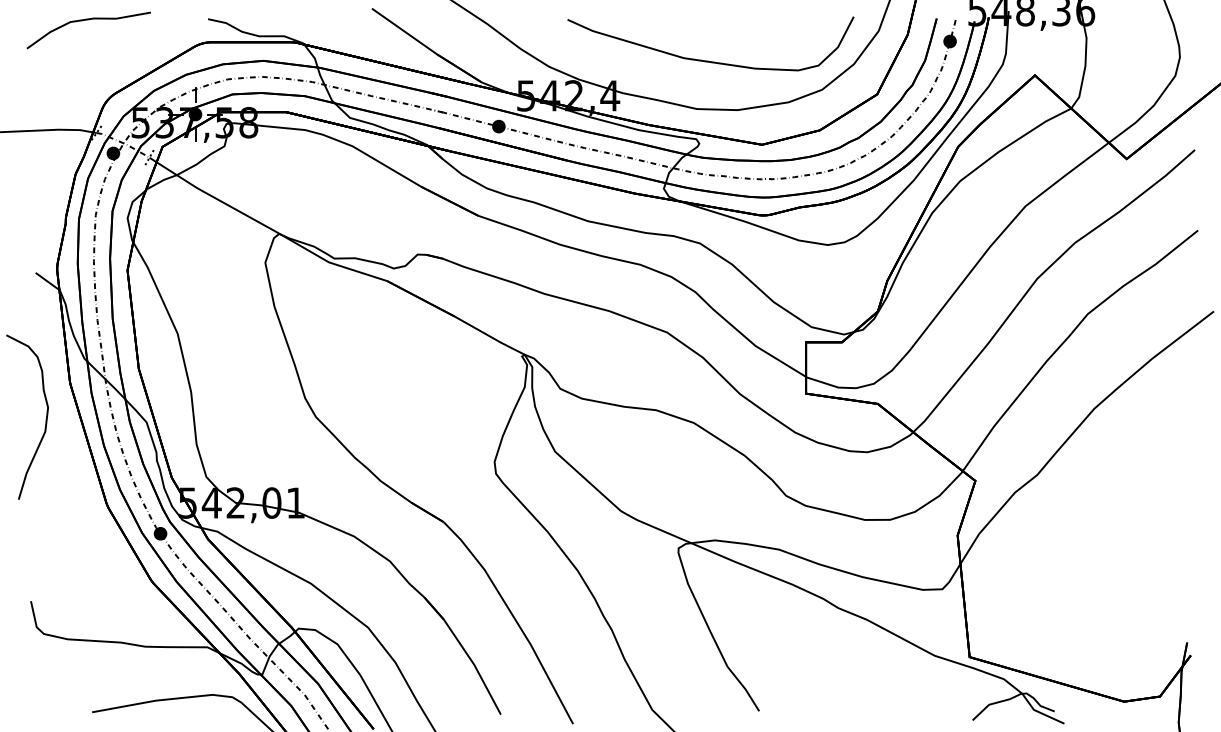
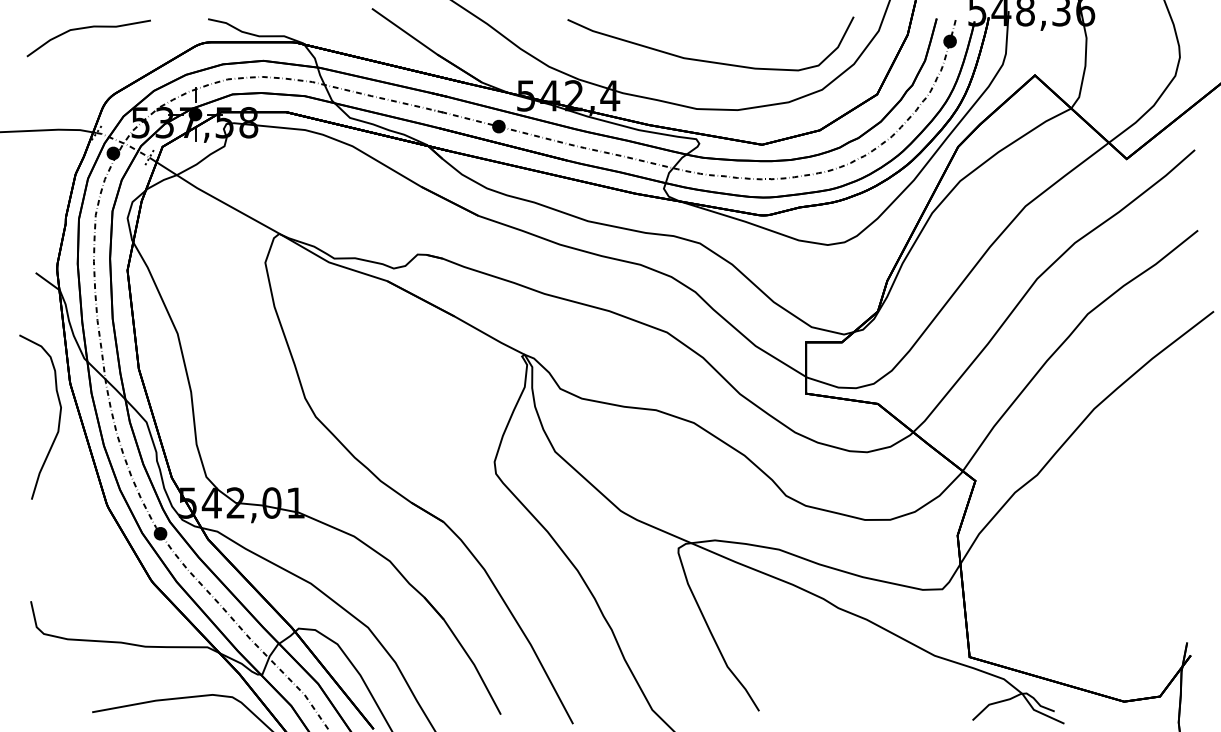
curve at (88, 20) position: (88, 20) -> (88, 28)
curve at (45, 419) position: (45, 419) -> (58, 419)
